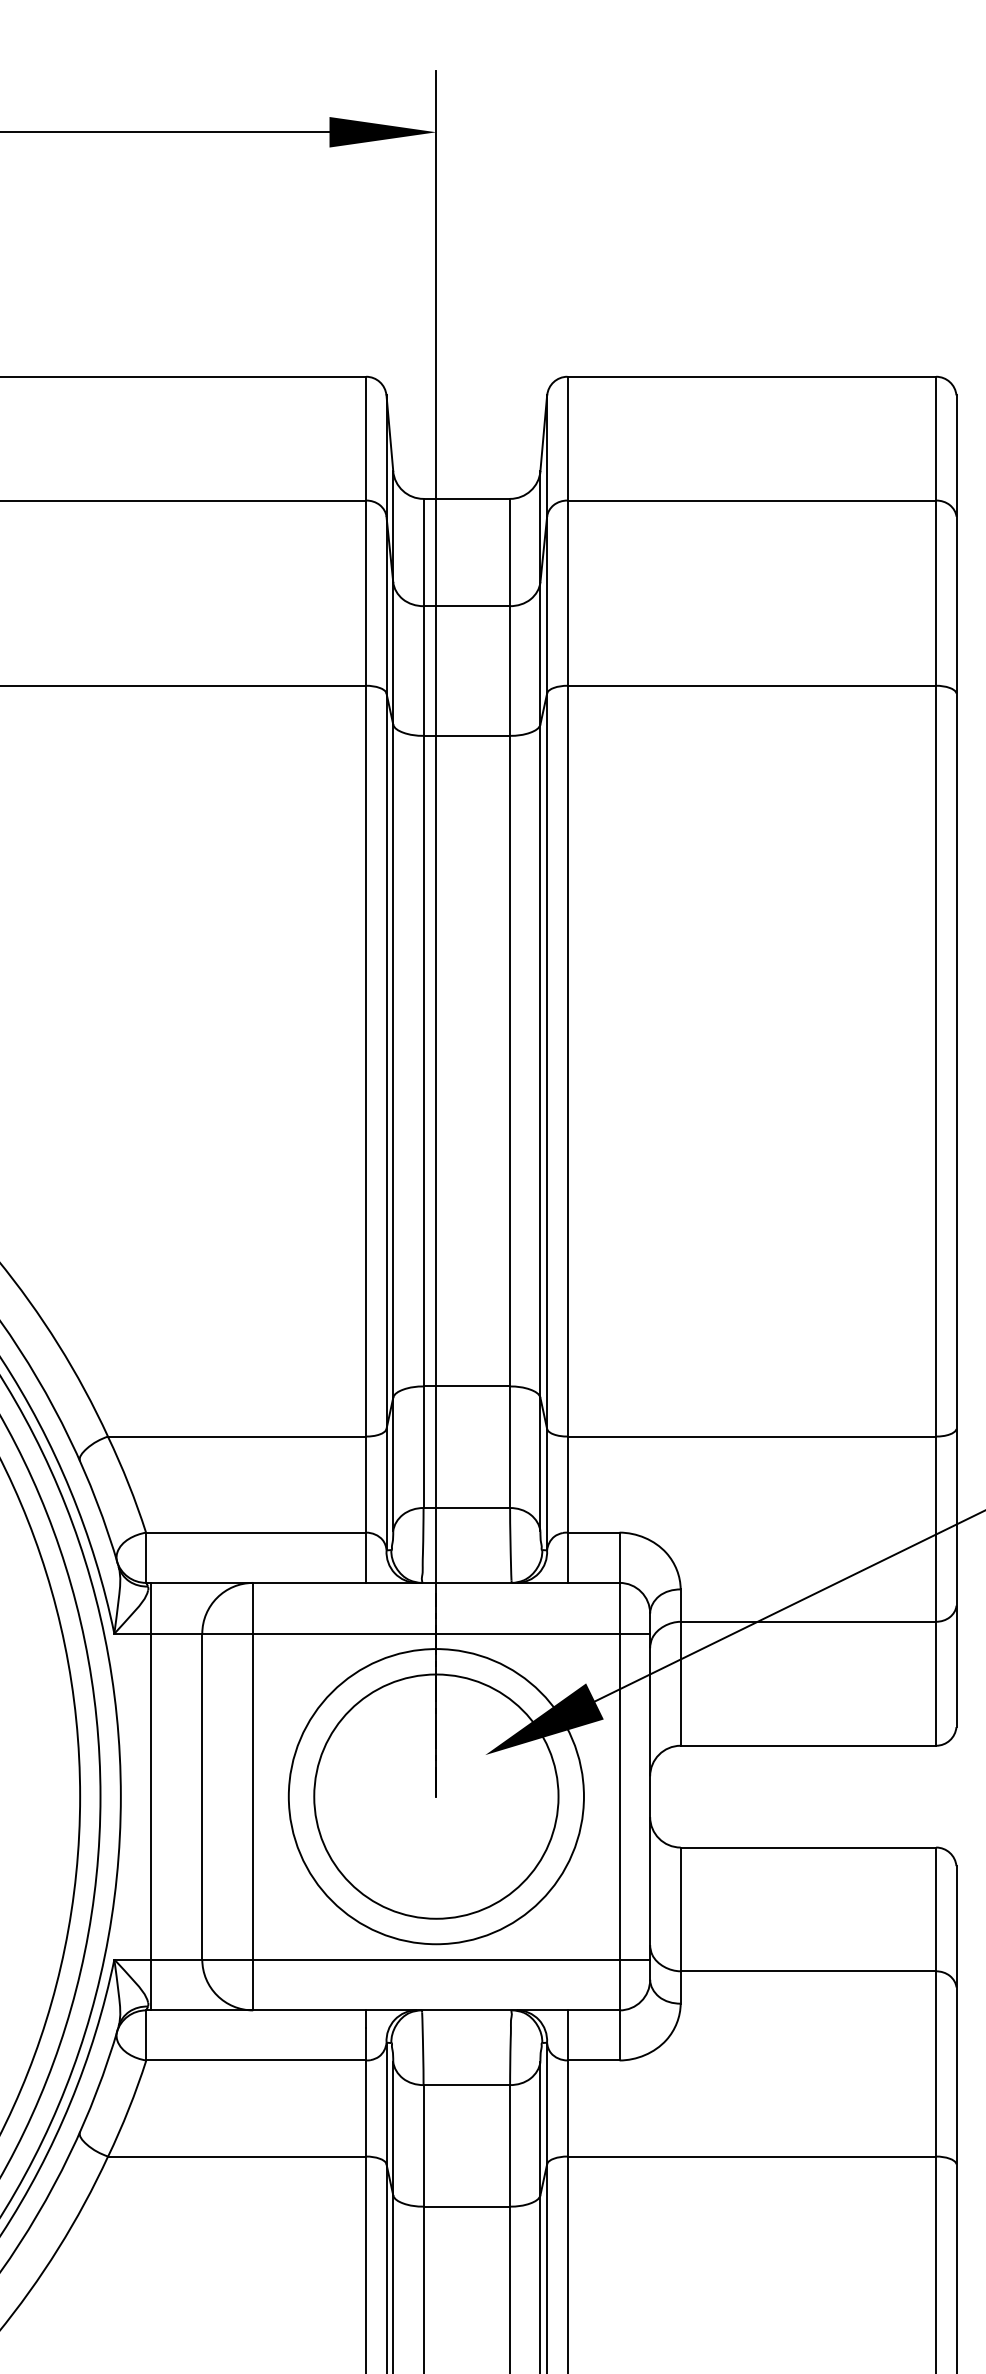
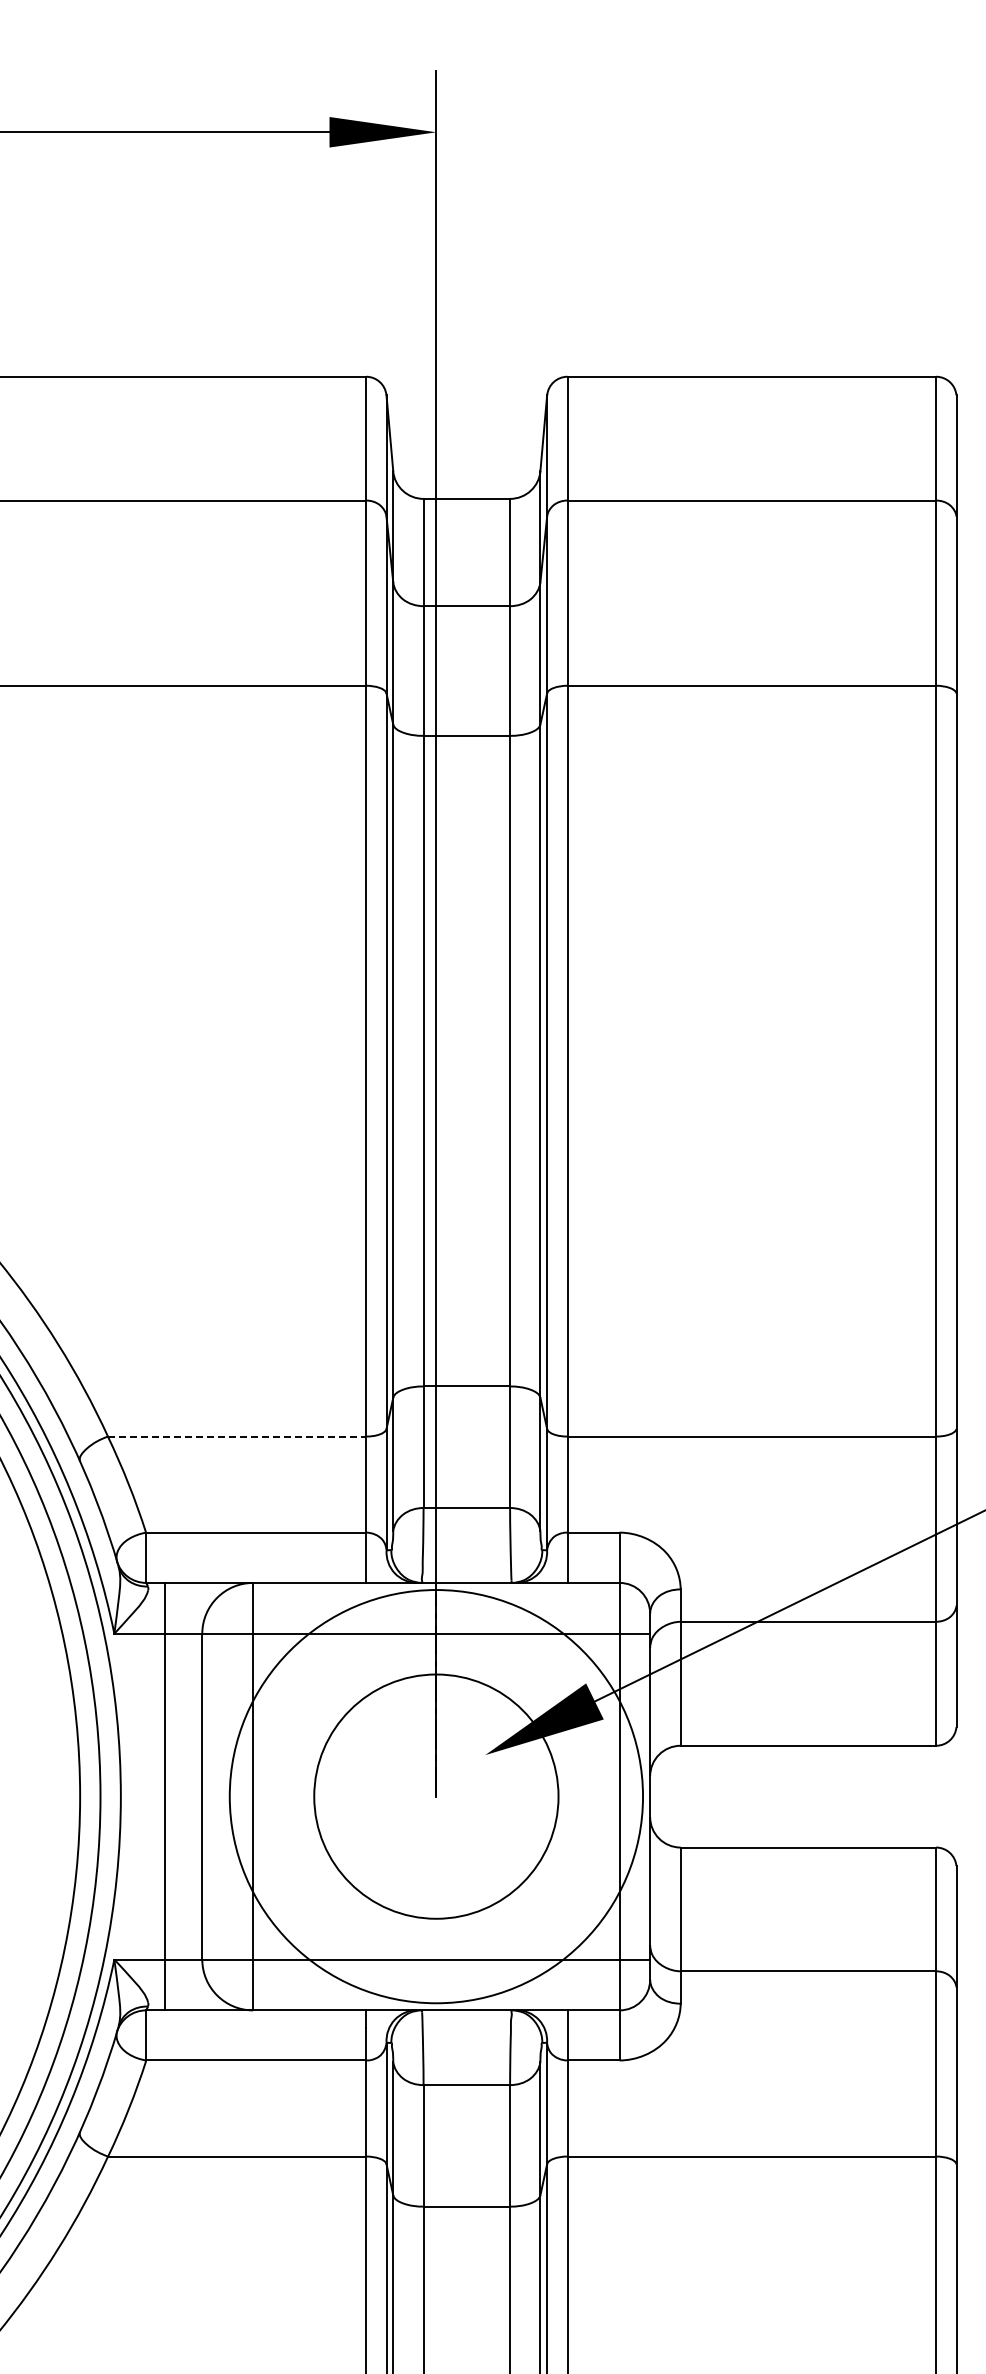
line at (237, 1436): solid -> dashed
line at (151, 1796) position: (151, 1796) -> (165, 1796)
circle at (435, 1796) diameter: 295 px -> 413 px
